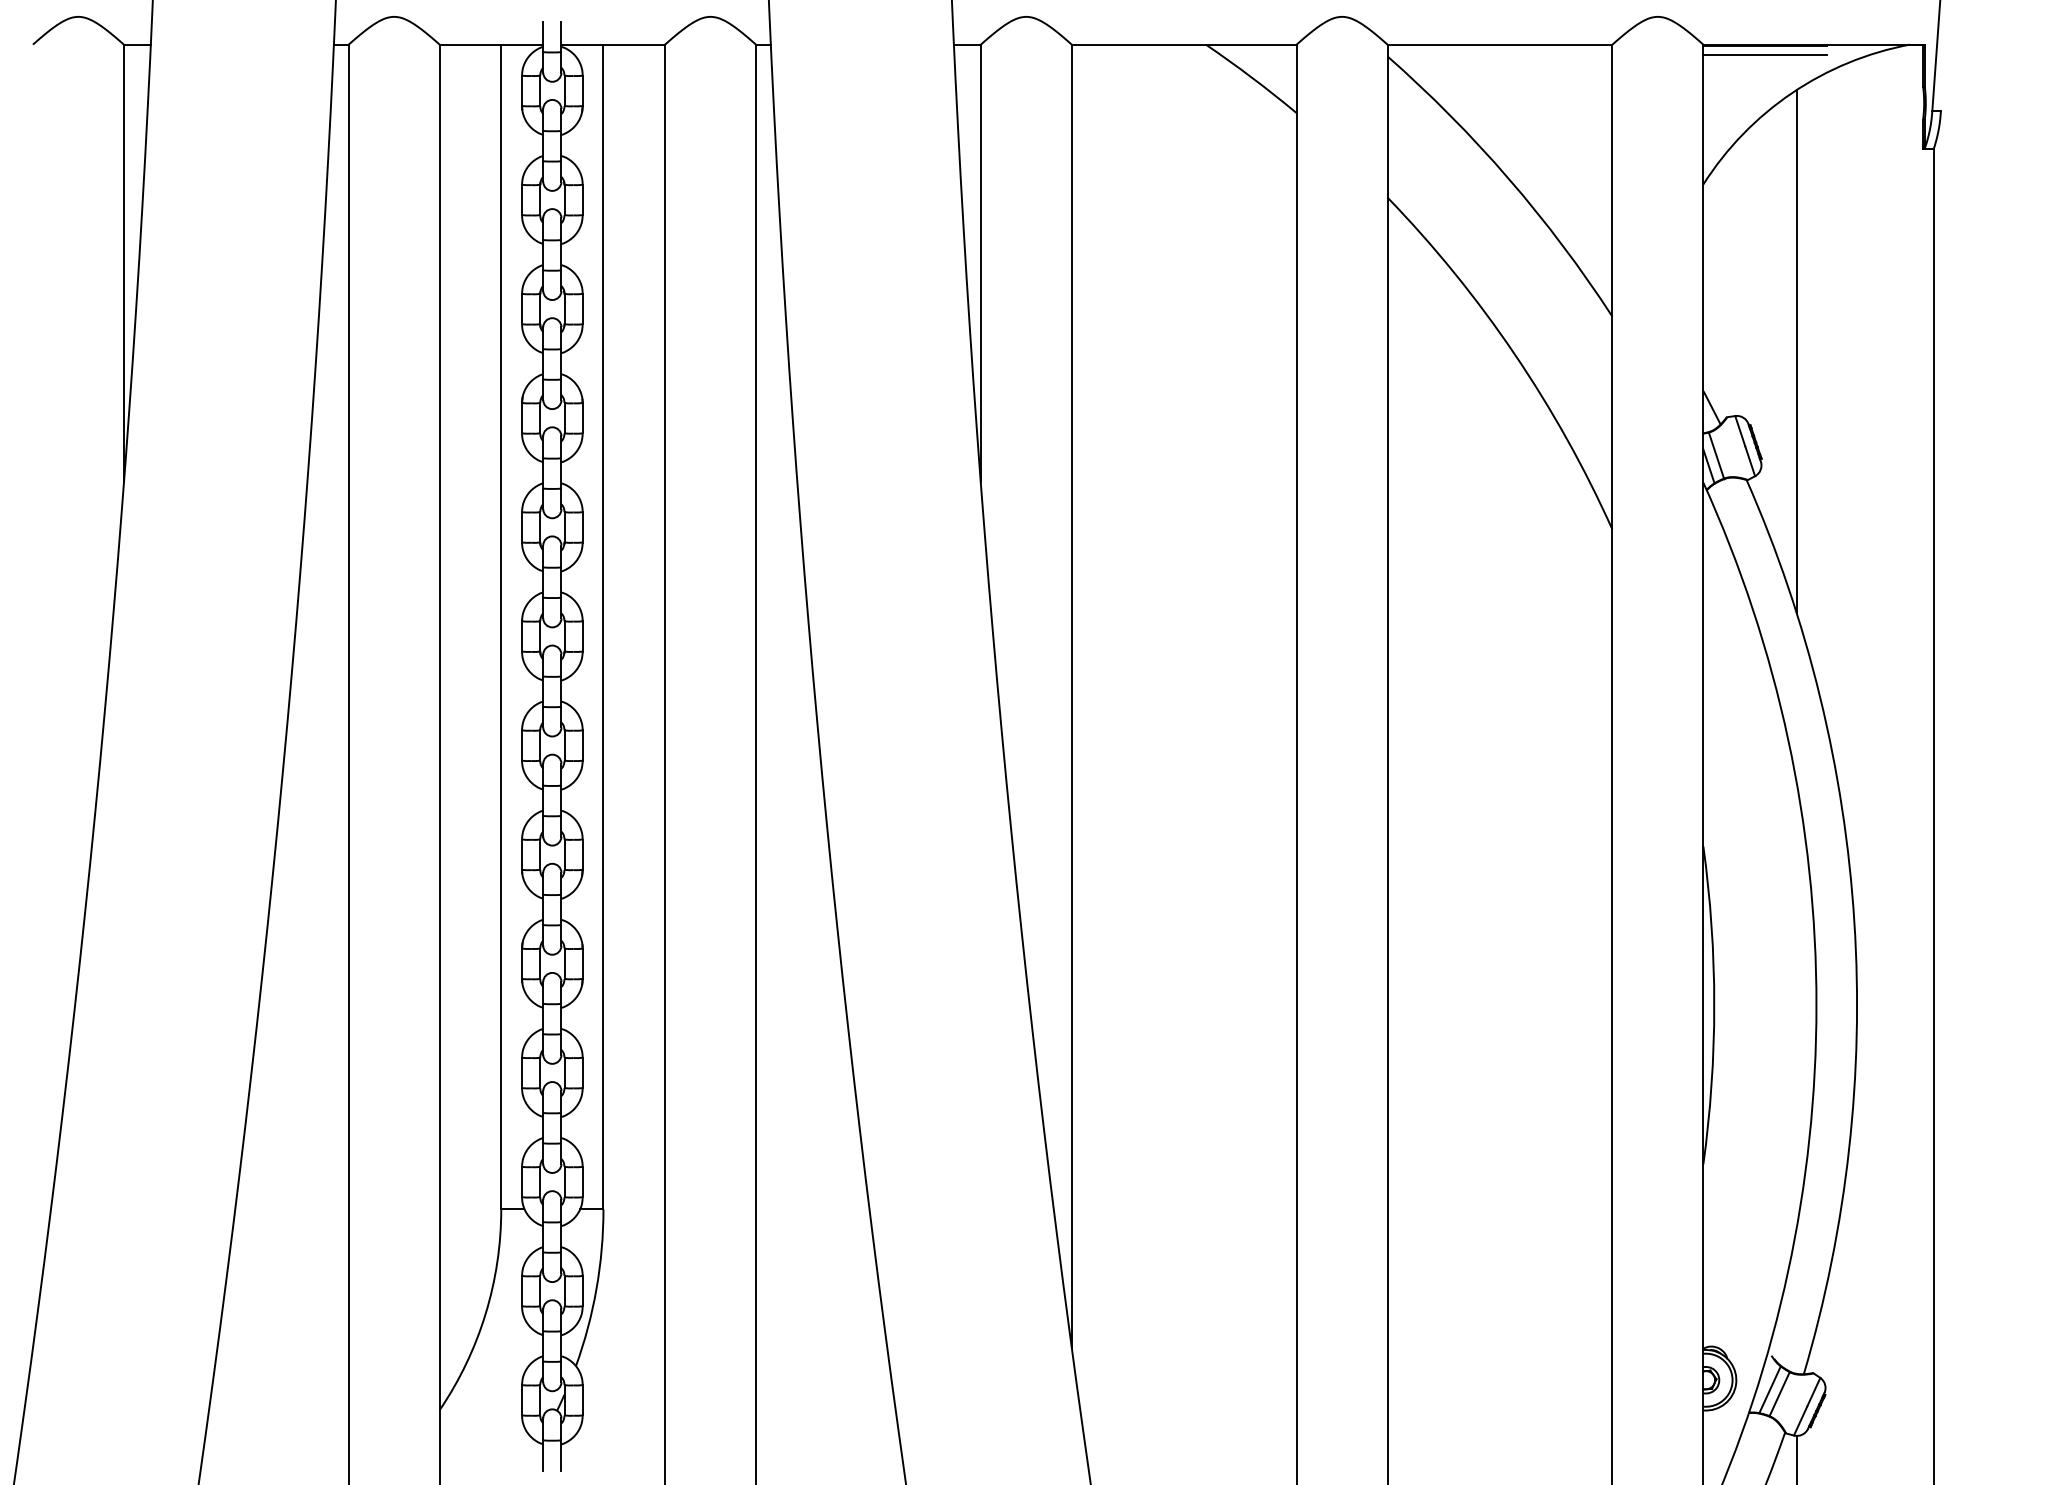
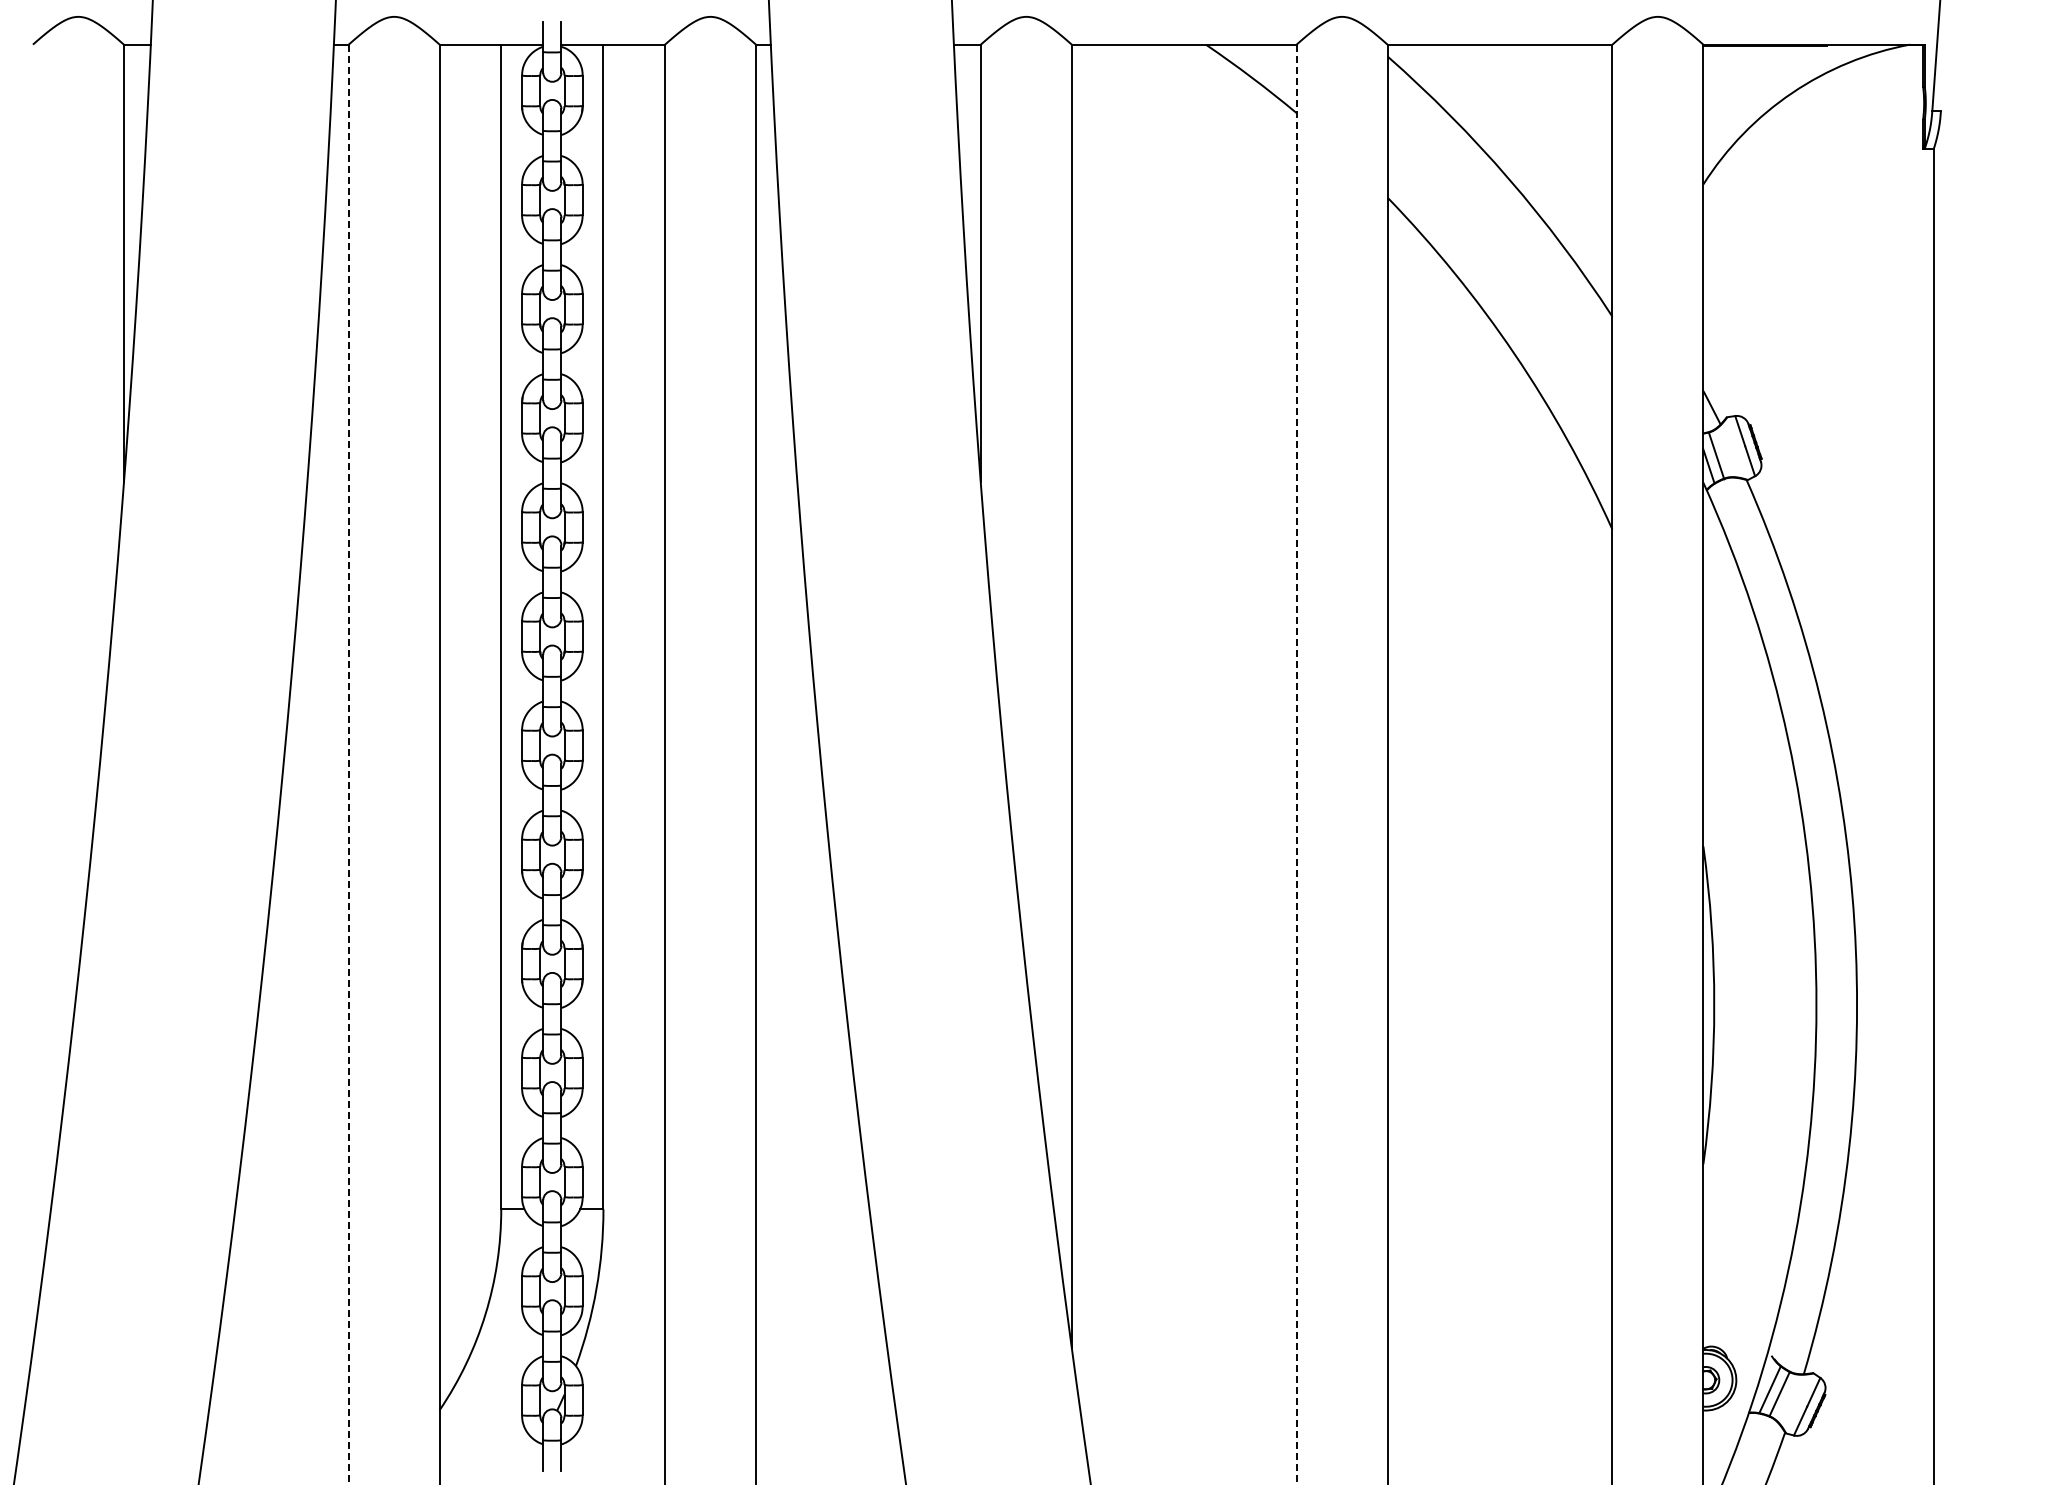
line at (1764, 54): present -> none
line at (1796, 351): present -> none
line at (348, 764): solid -> dashed
line at (1296, 764): solid -> dashed
line at (1796, 1458): present -> none
